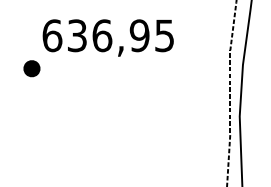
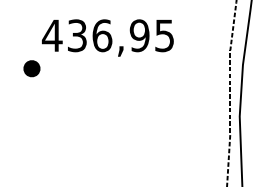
text at (51, 35): 636,95 -> 436,95
